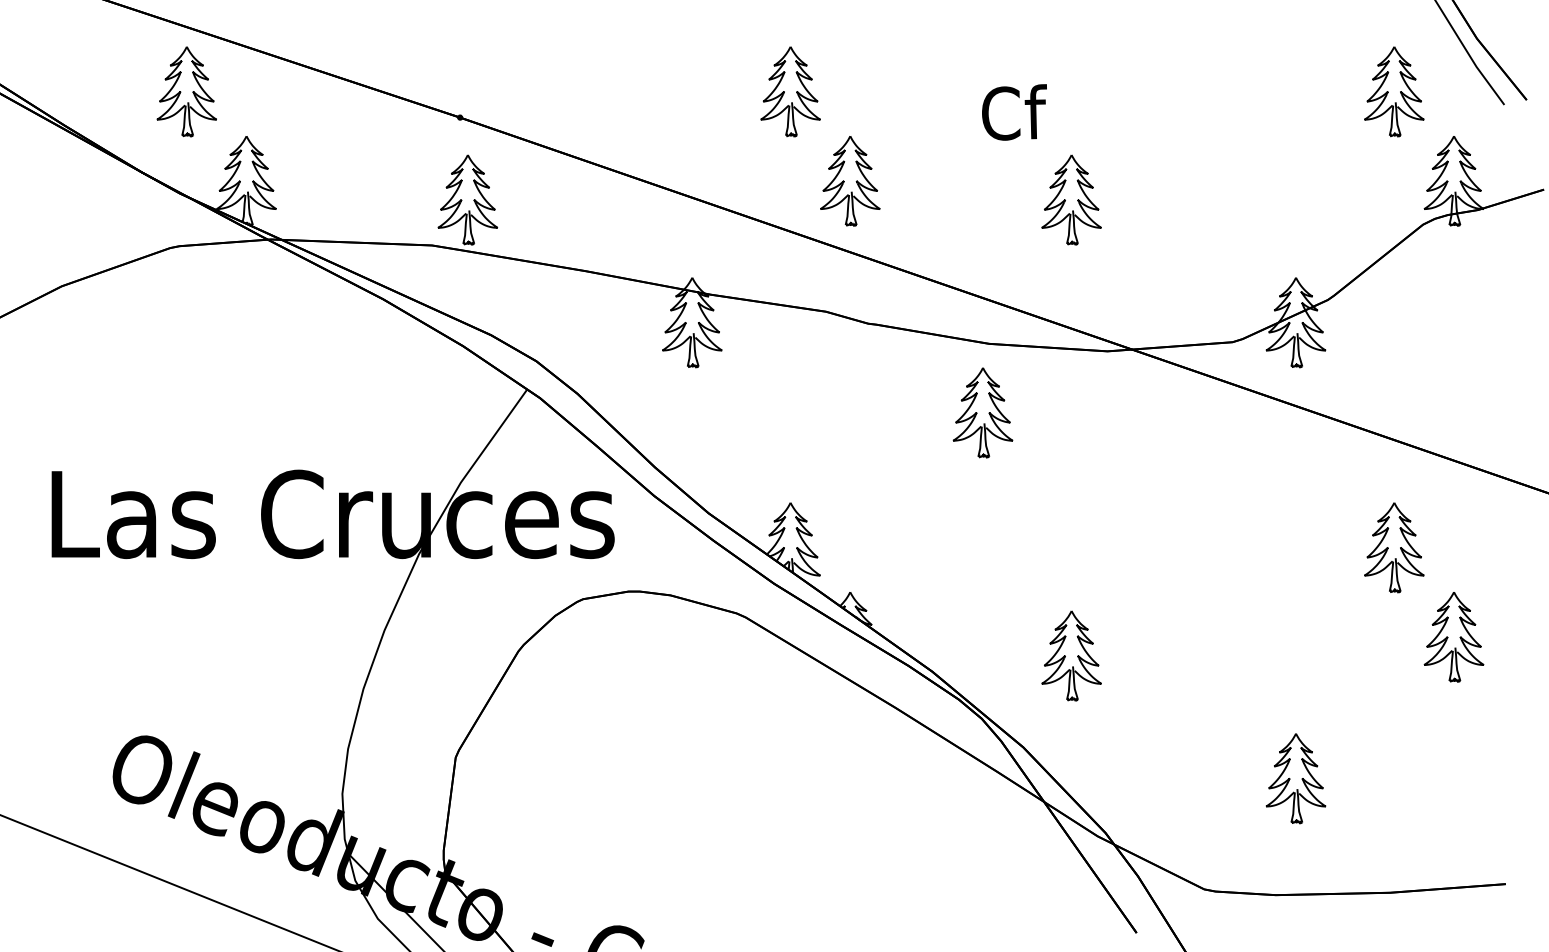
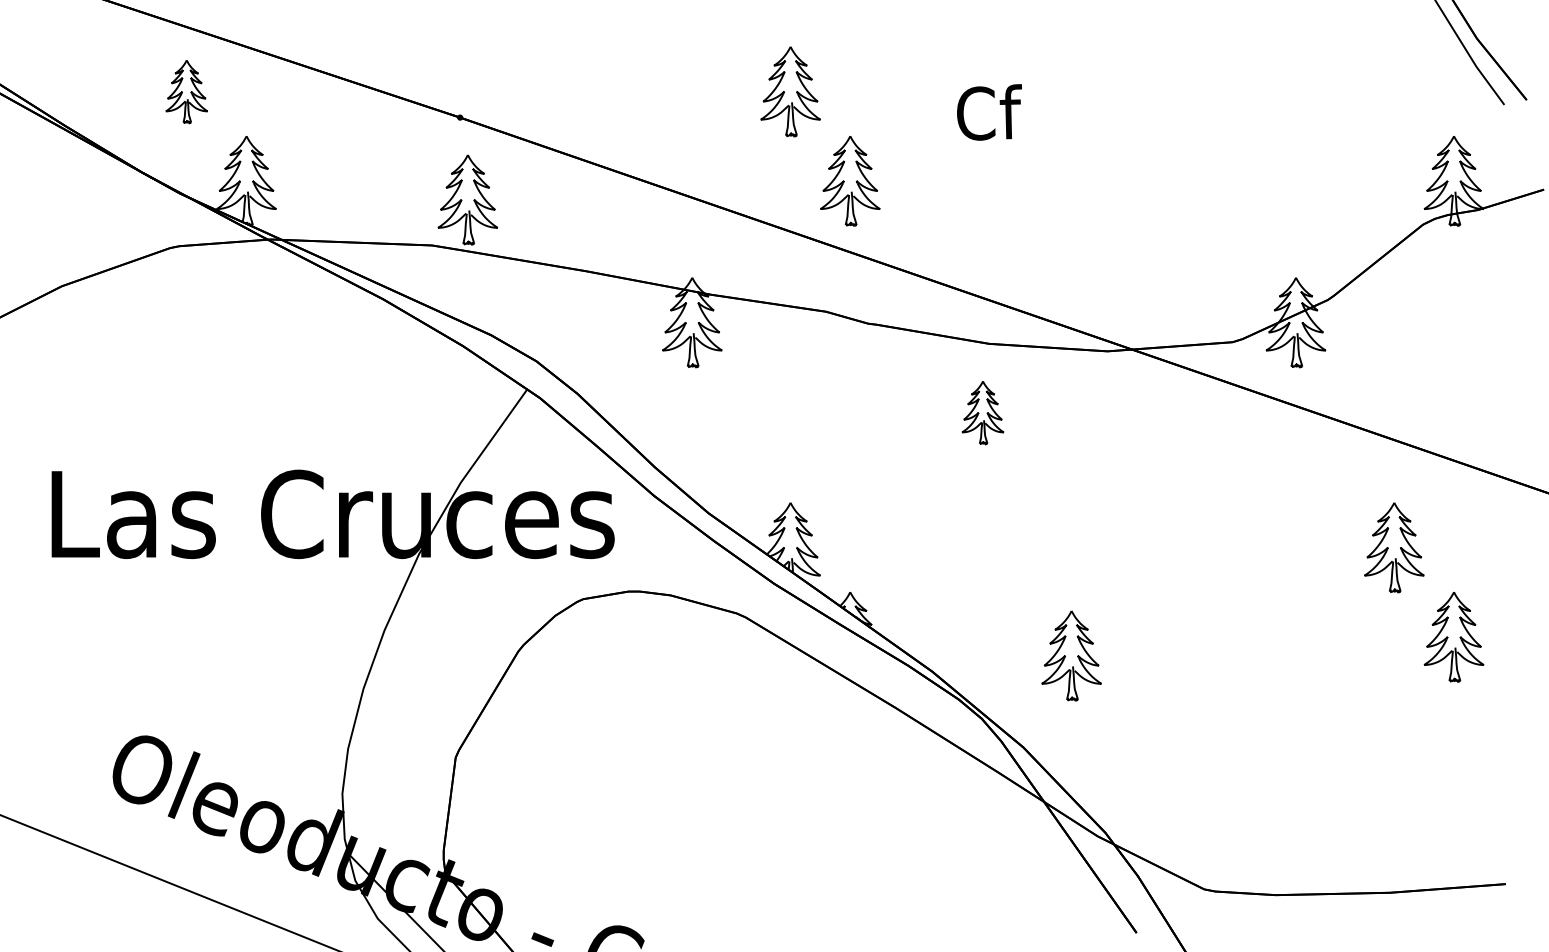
part at (186, 91) size: 61x92 px -> 43x65 px
part at (1394, 91): present -> none
text at (1014, 112) position: (1014, 112) -> (989, 112)
part at (1071, 199): present -> none
part at (982, 412) size: 62x92 px -> 44x65 px
part at (1296, 778): present -> none
